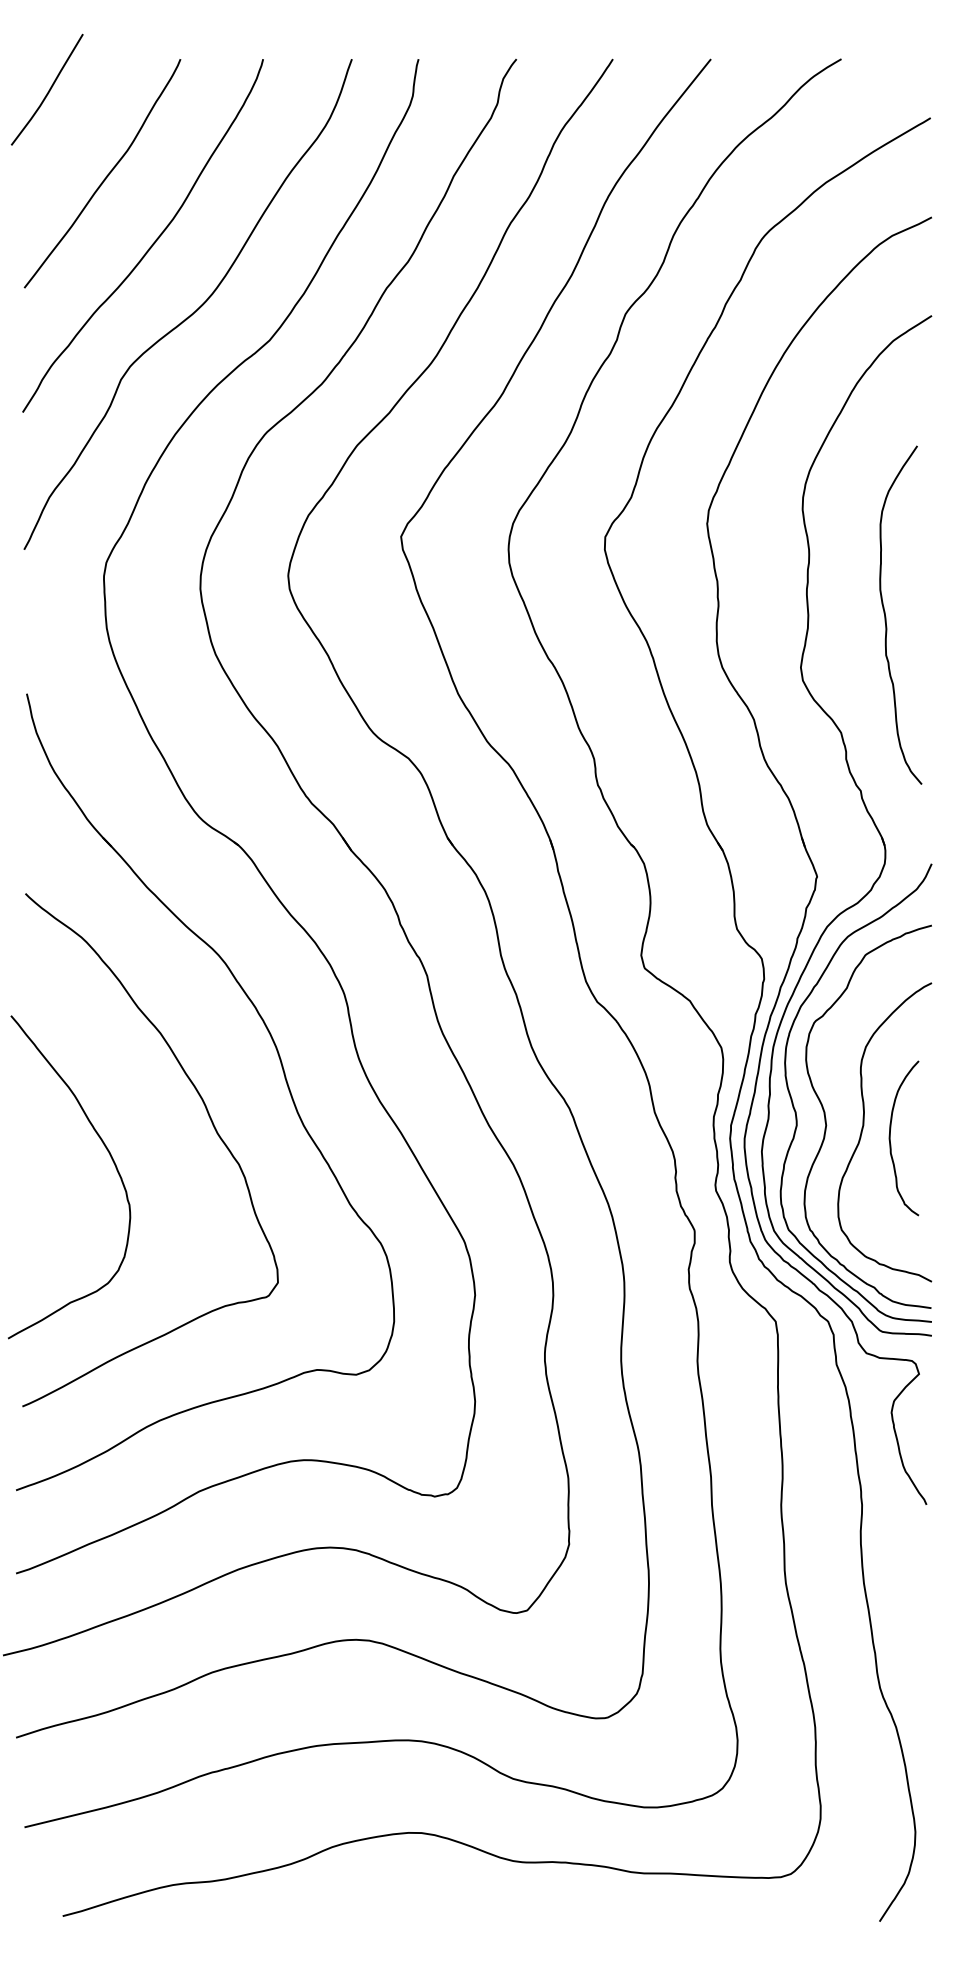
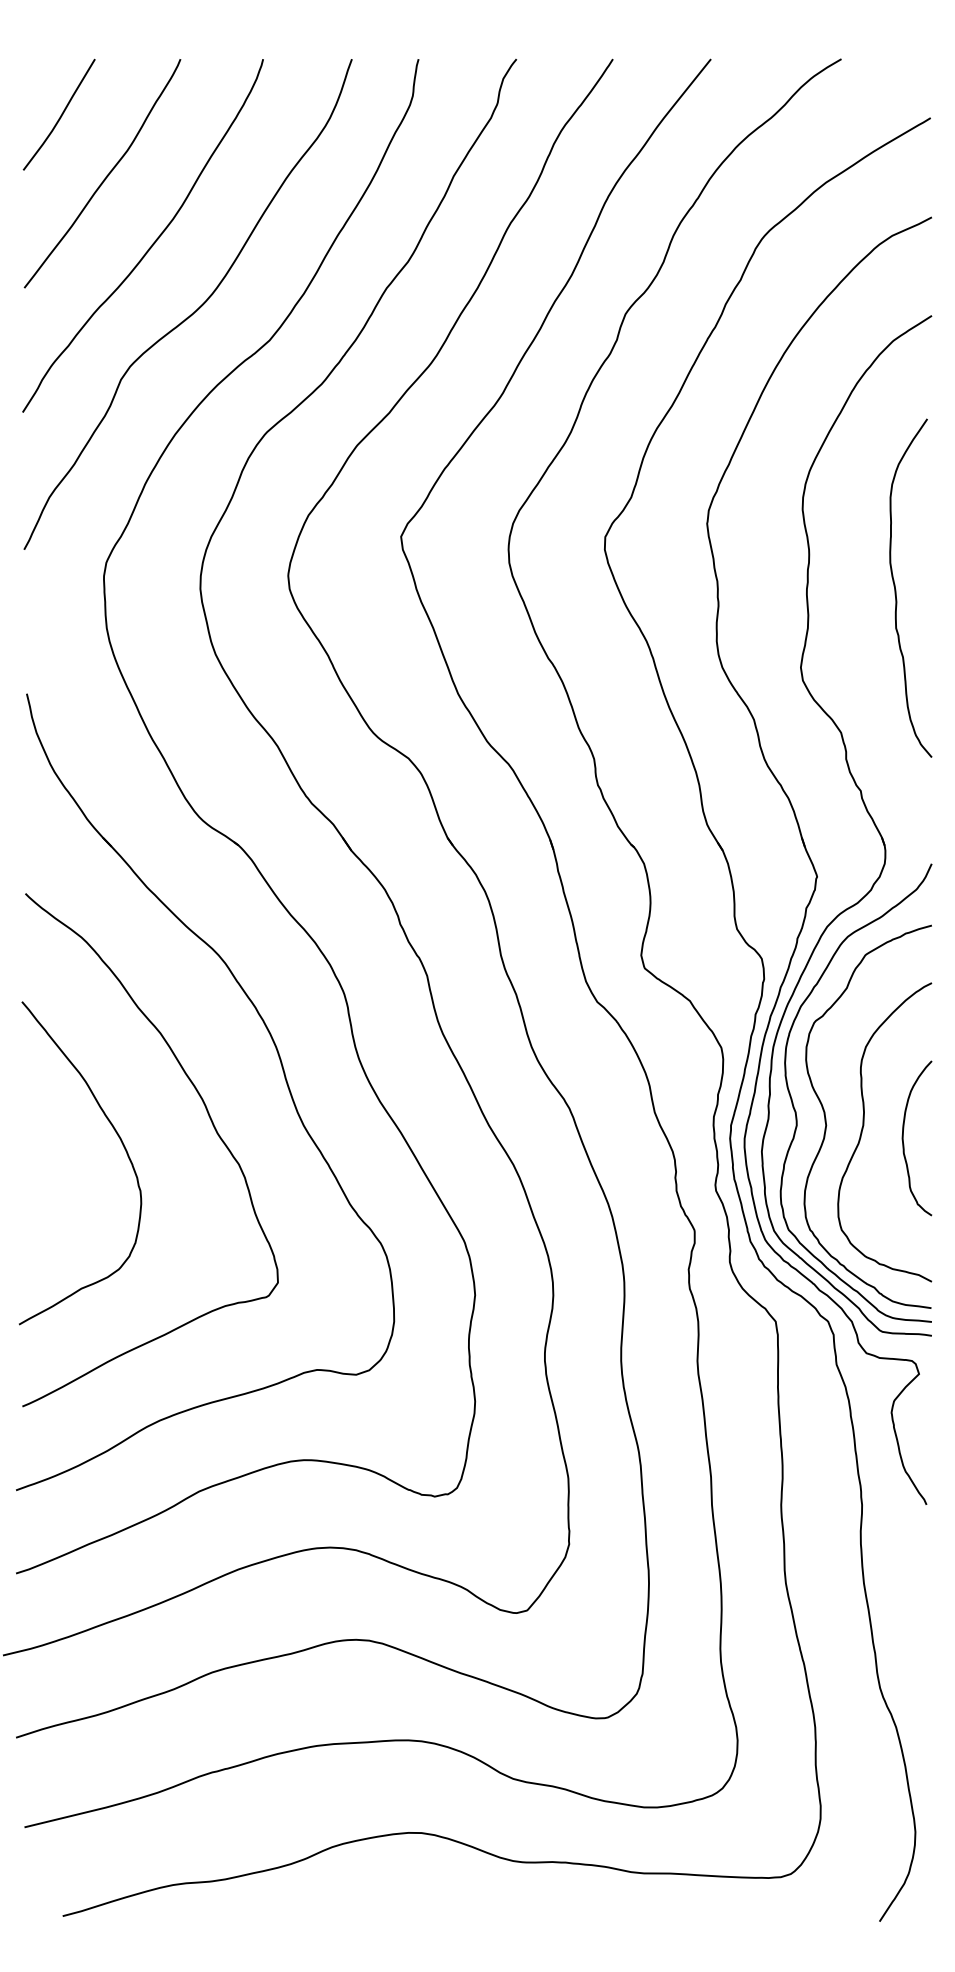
curve at (48, 90) position: (48, 90) -> (60, 115)
curve at (886, 616) position: (886, 616) -> (896, 589)
curve at (890, 1138) position: (890, 1138) -> (903, 1138)
curve at (110, 1157) position: (110, 1157) -> (121, 1143)
